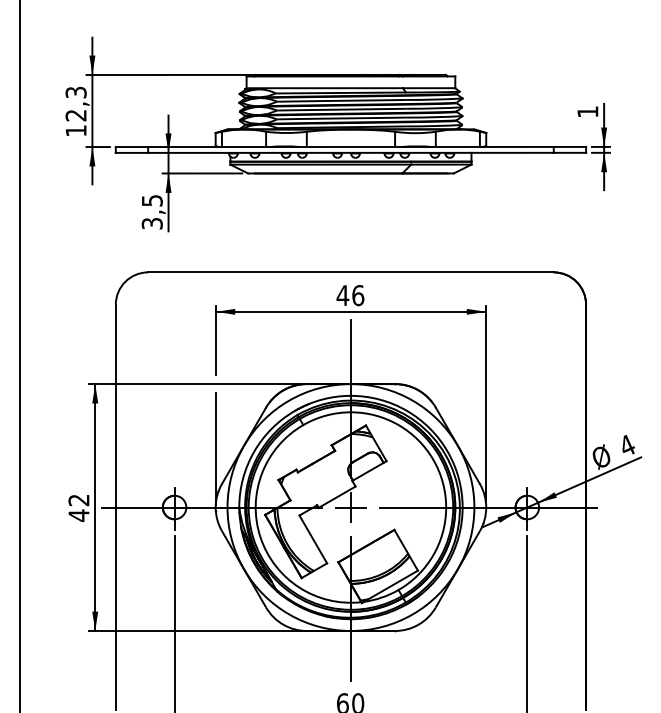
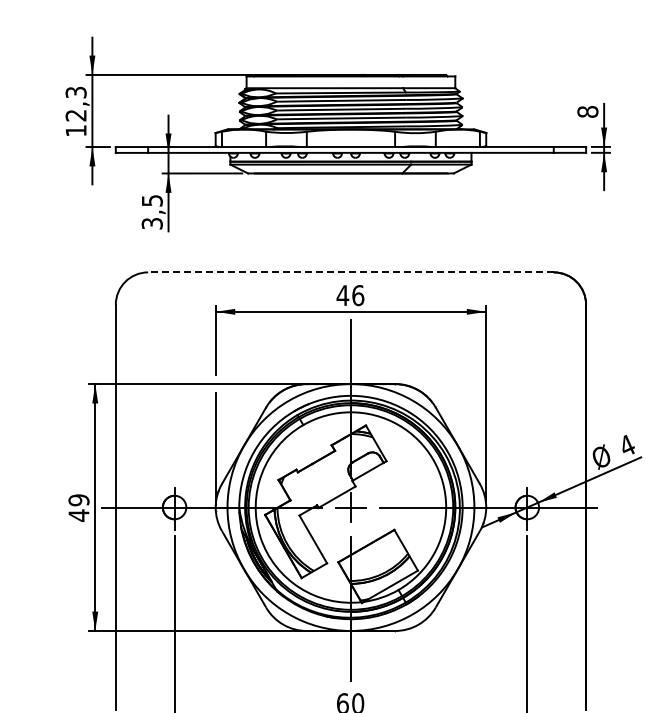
text at (587, 111): 1 -> 8
line at (350, 272): solid -> dashed
line at (19, 355): present -> none
text at (78, 500): 42 -> 49
